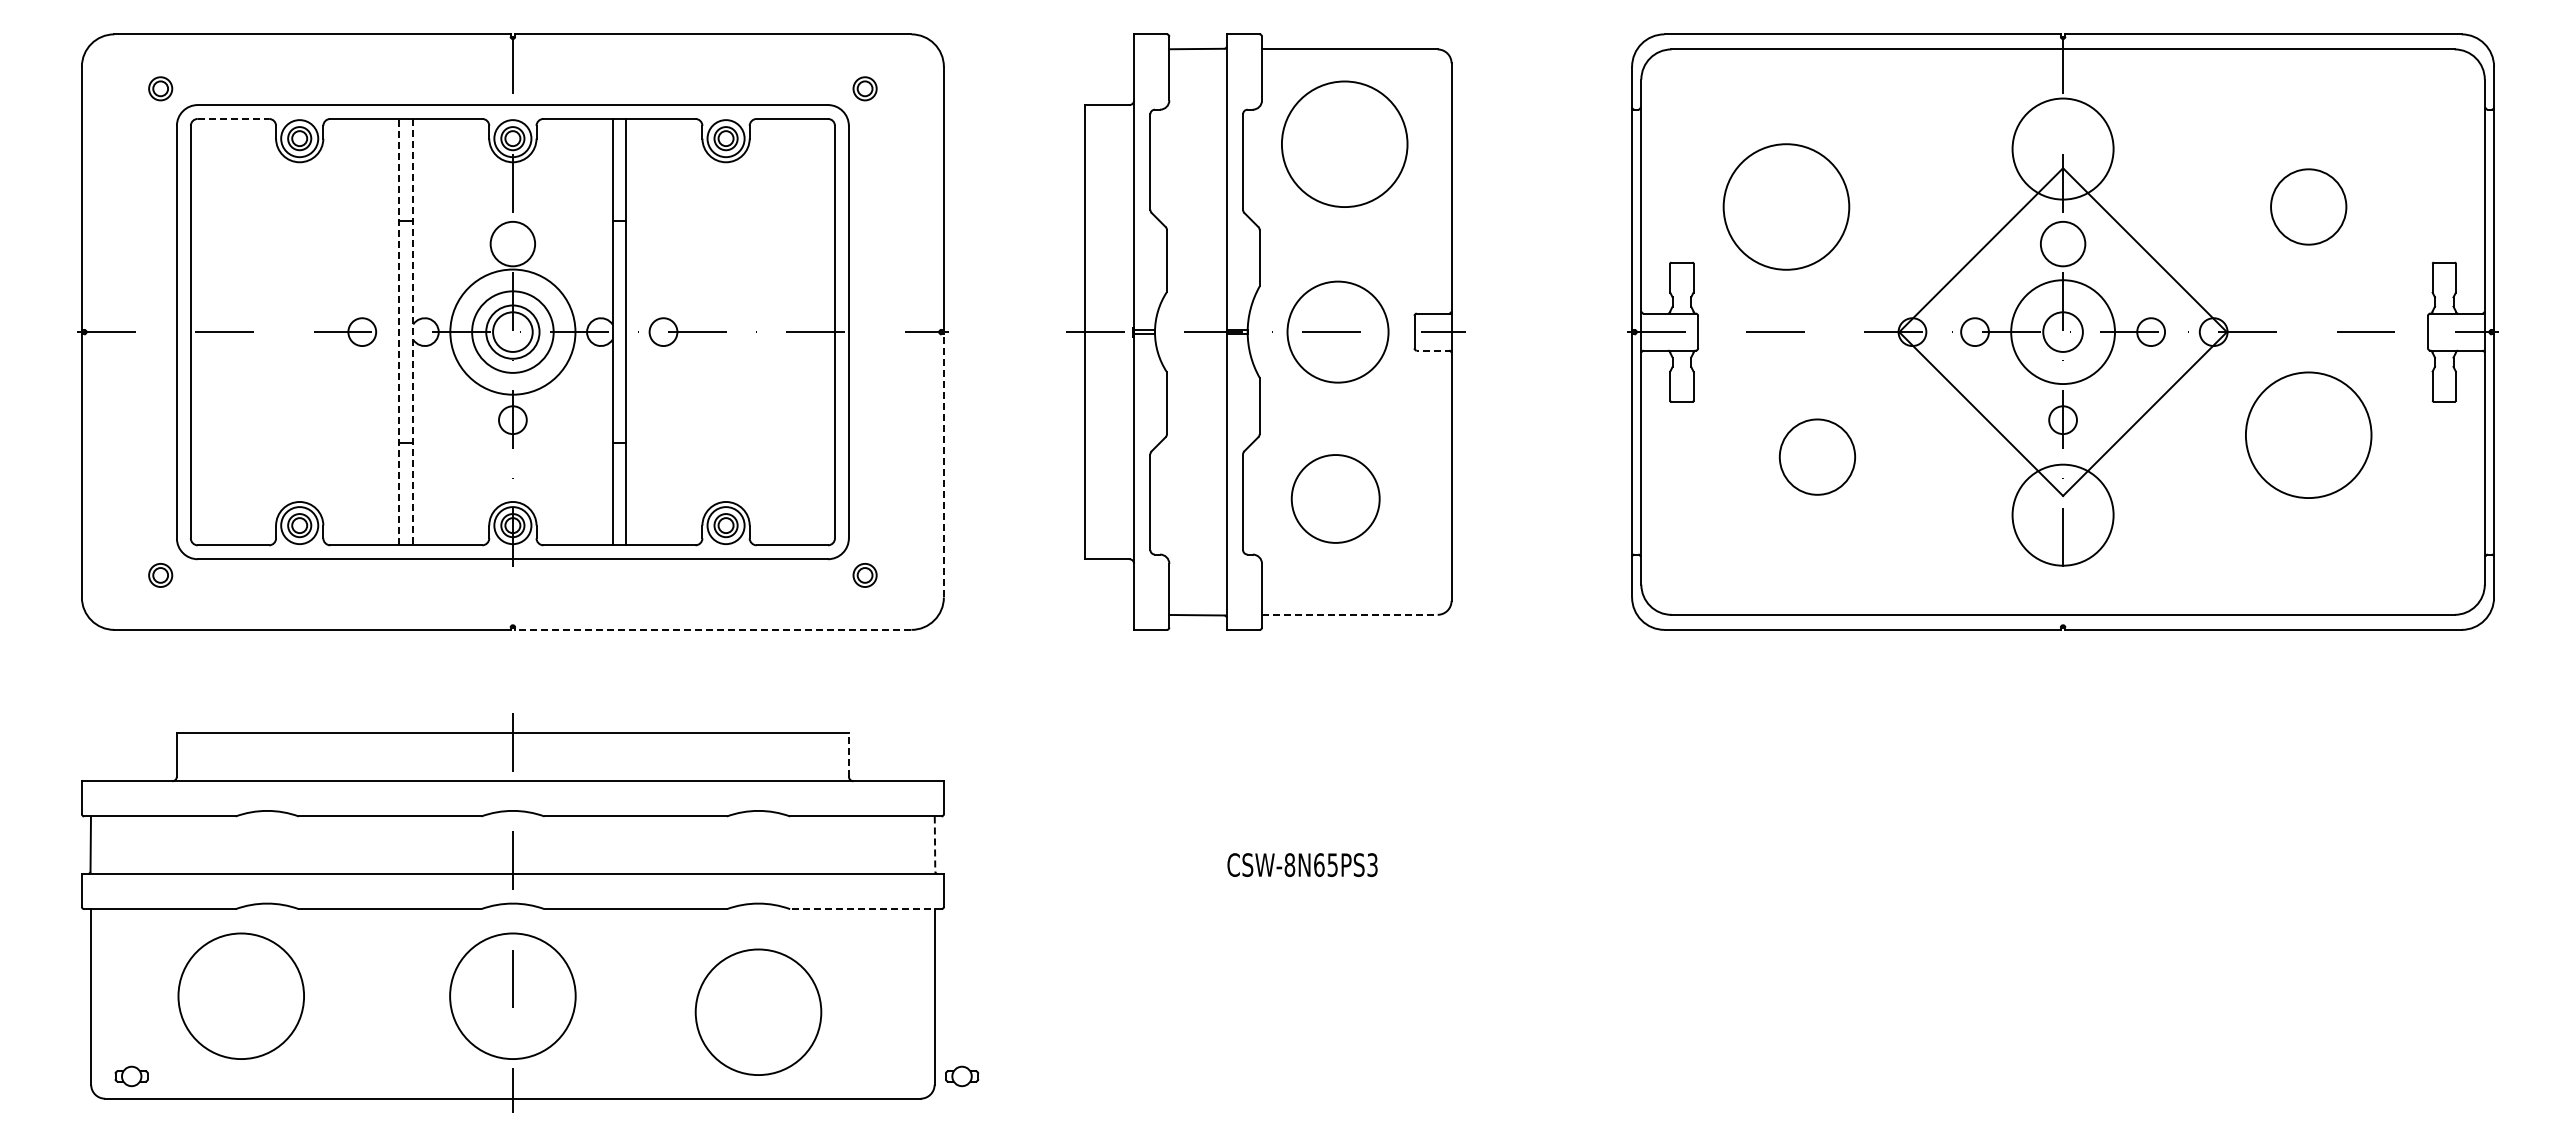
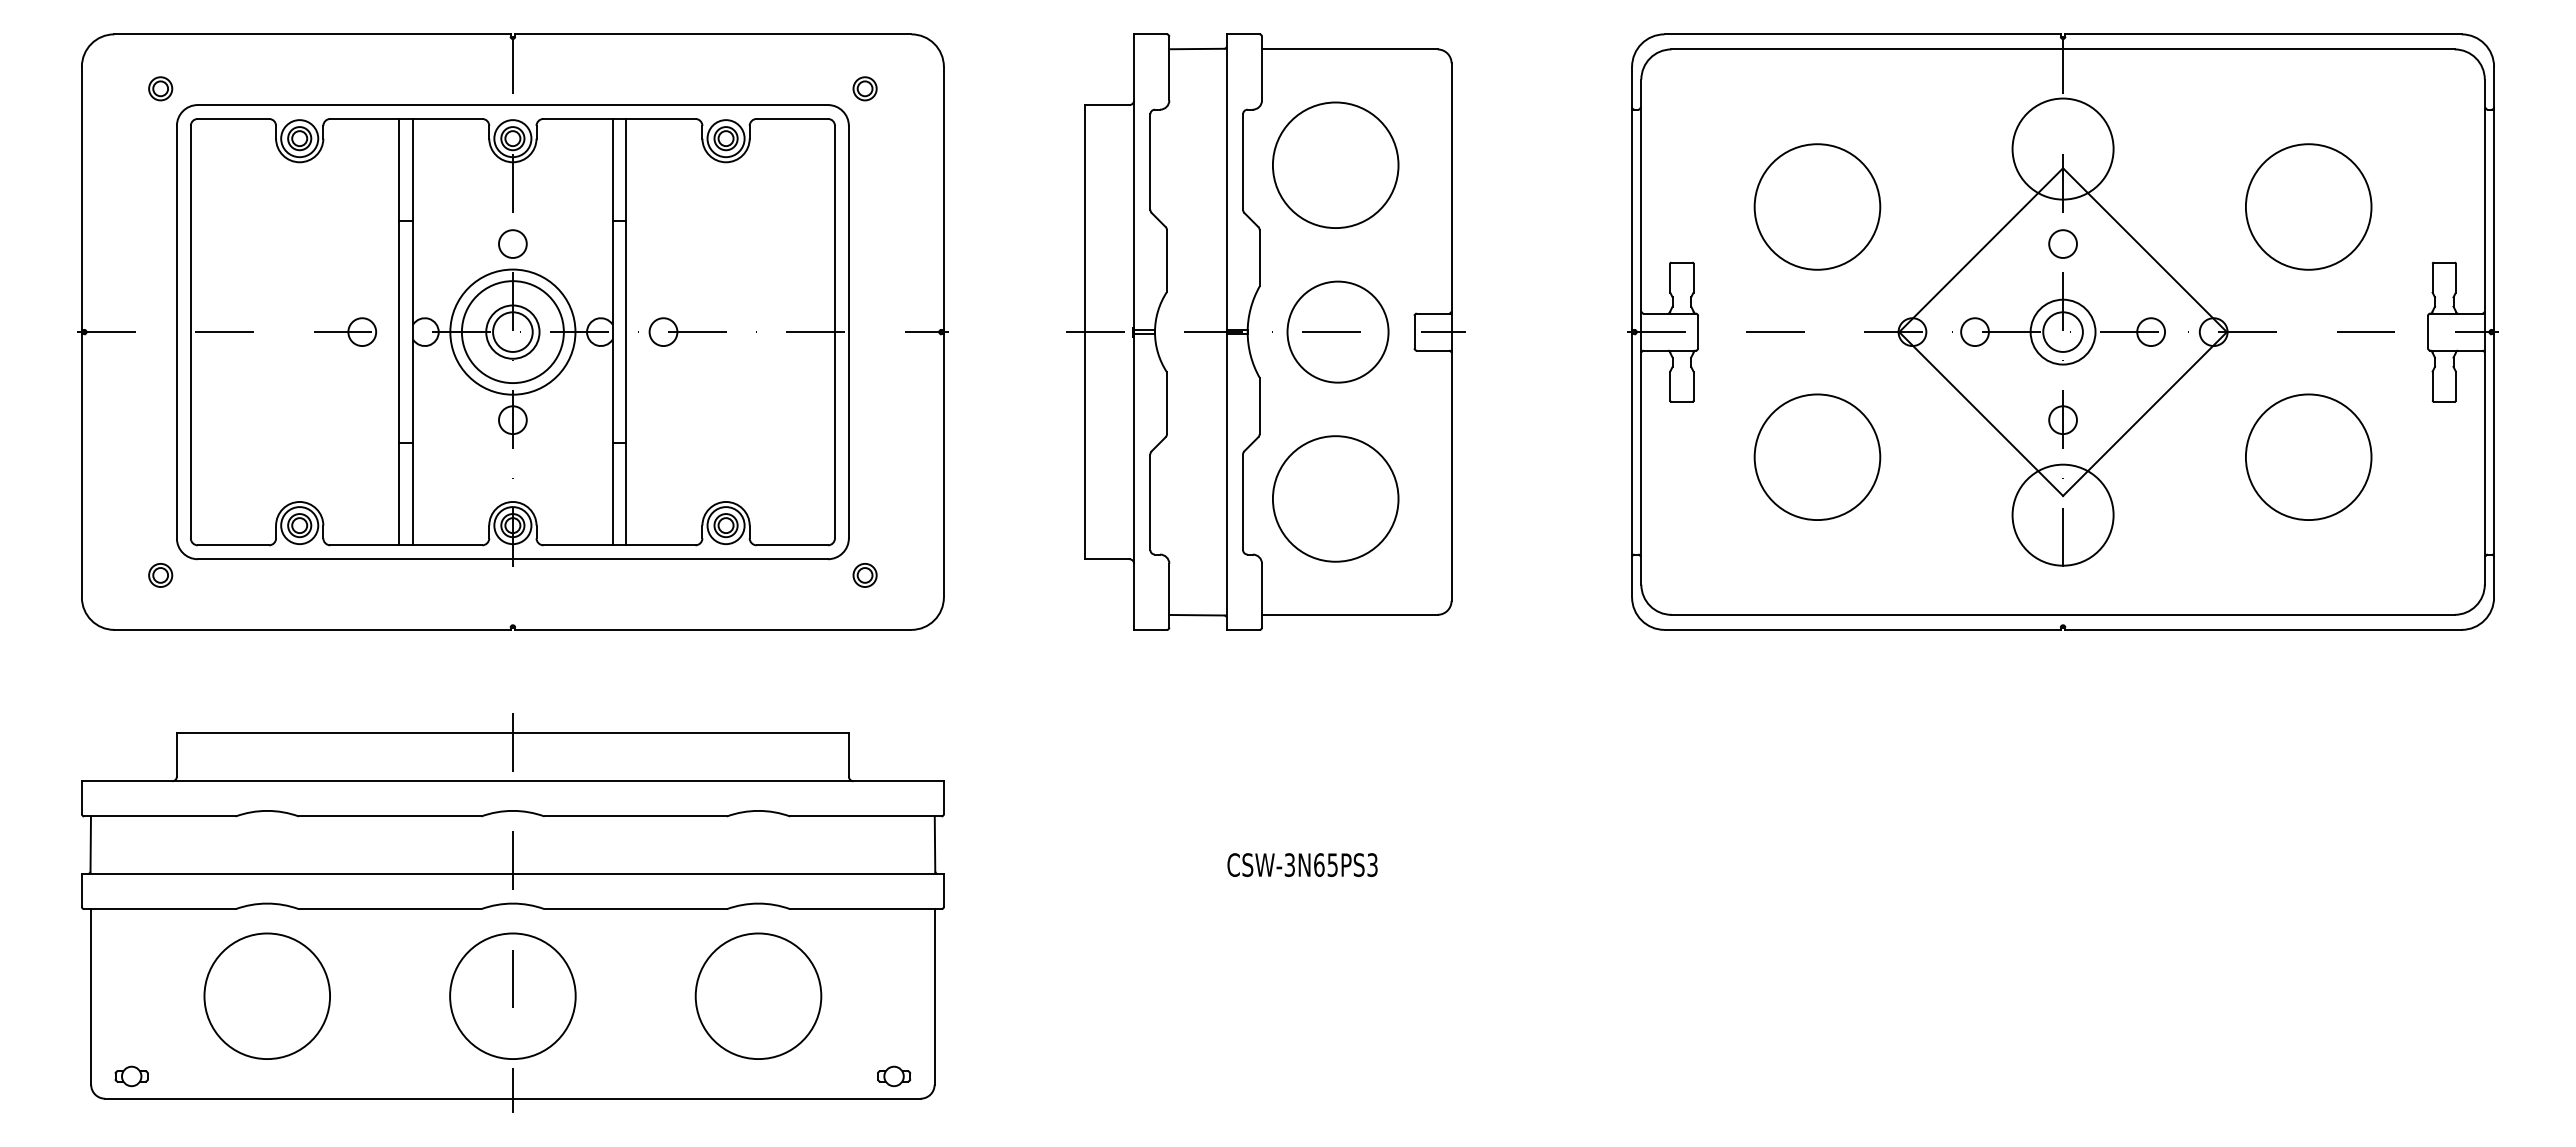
line at (233, 118): dashed -> solid
circle at (1344, 143) position: (1344, 143) -> (1335, 164)
circle at (1786, 206) position: (1786, 206) -> (1817, 206)
circle at (2308, 206) diameter: 75 px -> 126 px
circle at (512, 243) diameter: 44 px -> 28 px
circle at (2062, 243) diameter: 44 px -> 28 px
line at (399, 331): dashed -> solid
circle at (512, 331) diameter: 82 px -> 102 px
line at (413, 332): dashed -> solid
circle at (2062, 332) diameter: 104 px -> 65 px
line at (1433, 350): dashed -> solid
circle at (2308, 434) position: (2308, 434) -> (2308, 456)
circle at (1816, 456) size: 78x78 px -> 129x128 px
line at (943, 465): dashed -> solid
circle at (1335, 498) diameter: 88 px -> 126 px
line at (1349, 614): dashed -> solid
line at (712, 629): dashed -> solid
line at (848, 754): dashed -> solid
line at (935, 844): dashed -> solid
text at (1289, 864): CSW-8N65PS3 -> CSW-3N65PS3
line at (865, 909): dashed -> solid
circle at (240, 995) position: (240, 995) -> (266, 995)
circle at (758, 1011) position: (758, 1011) -> (758, 995)
part at (962, 1076) position: (962, 1076) -> (894, 1076)
